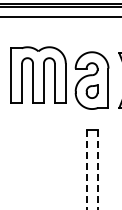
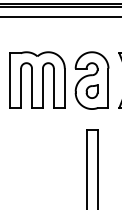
part at (38, 74) position: (38, 74) -> (37, 79)
line at (86, 169): dashed -> solid
line at (97, 169): dashed -> solid
